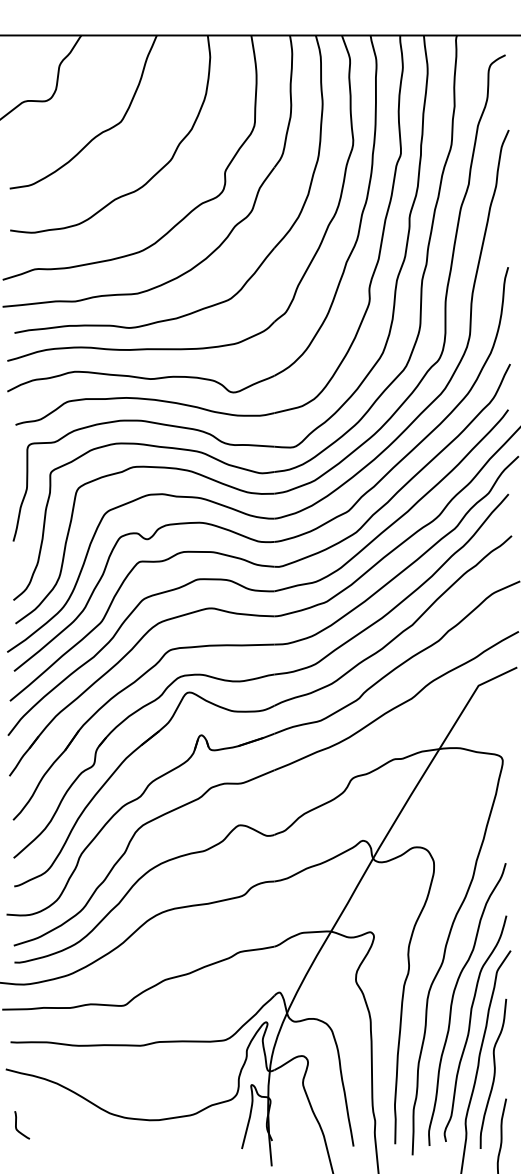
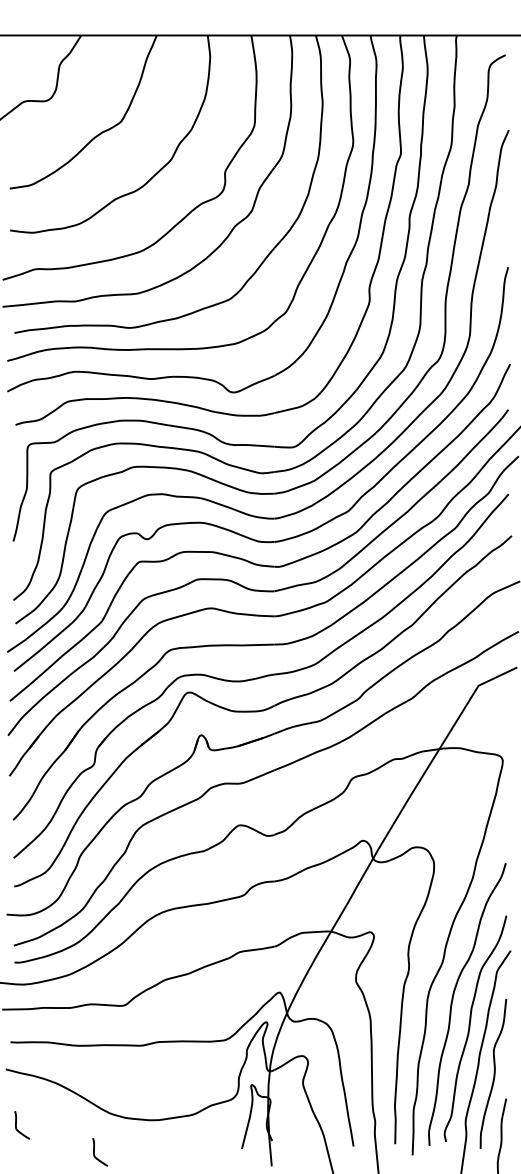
curve at (95, 1155): none -> present
